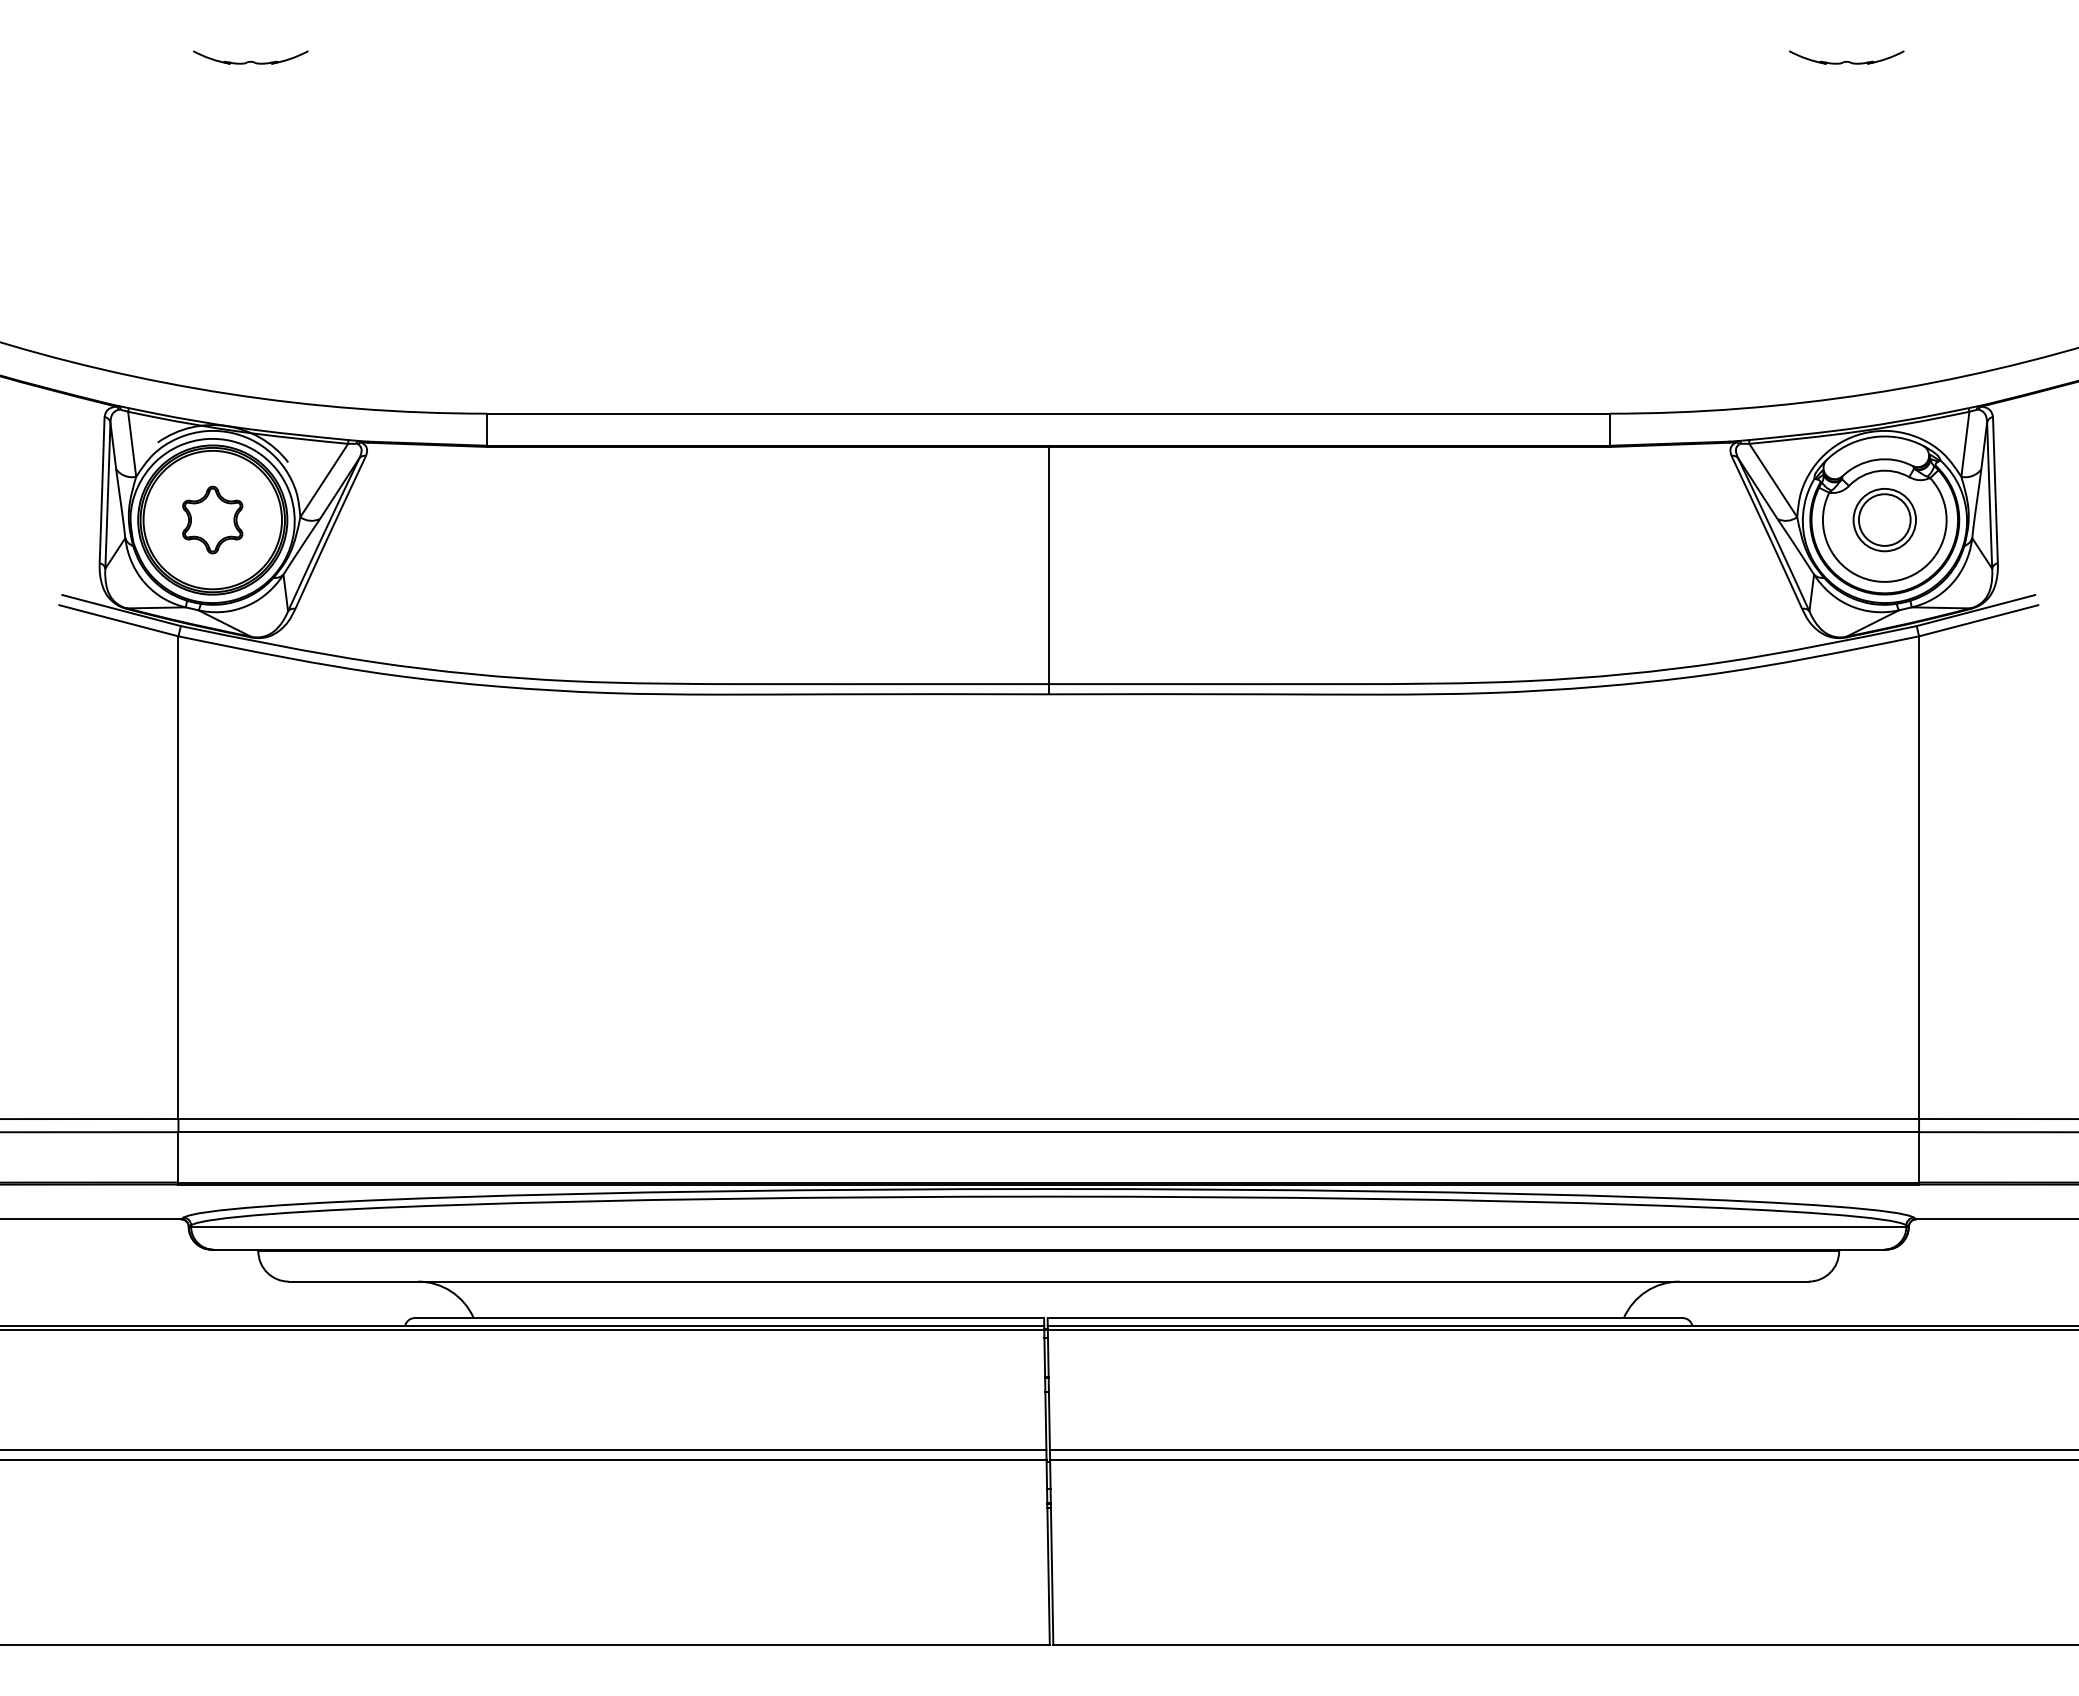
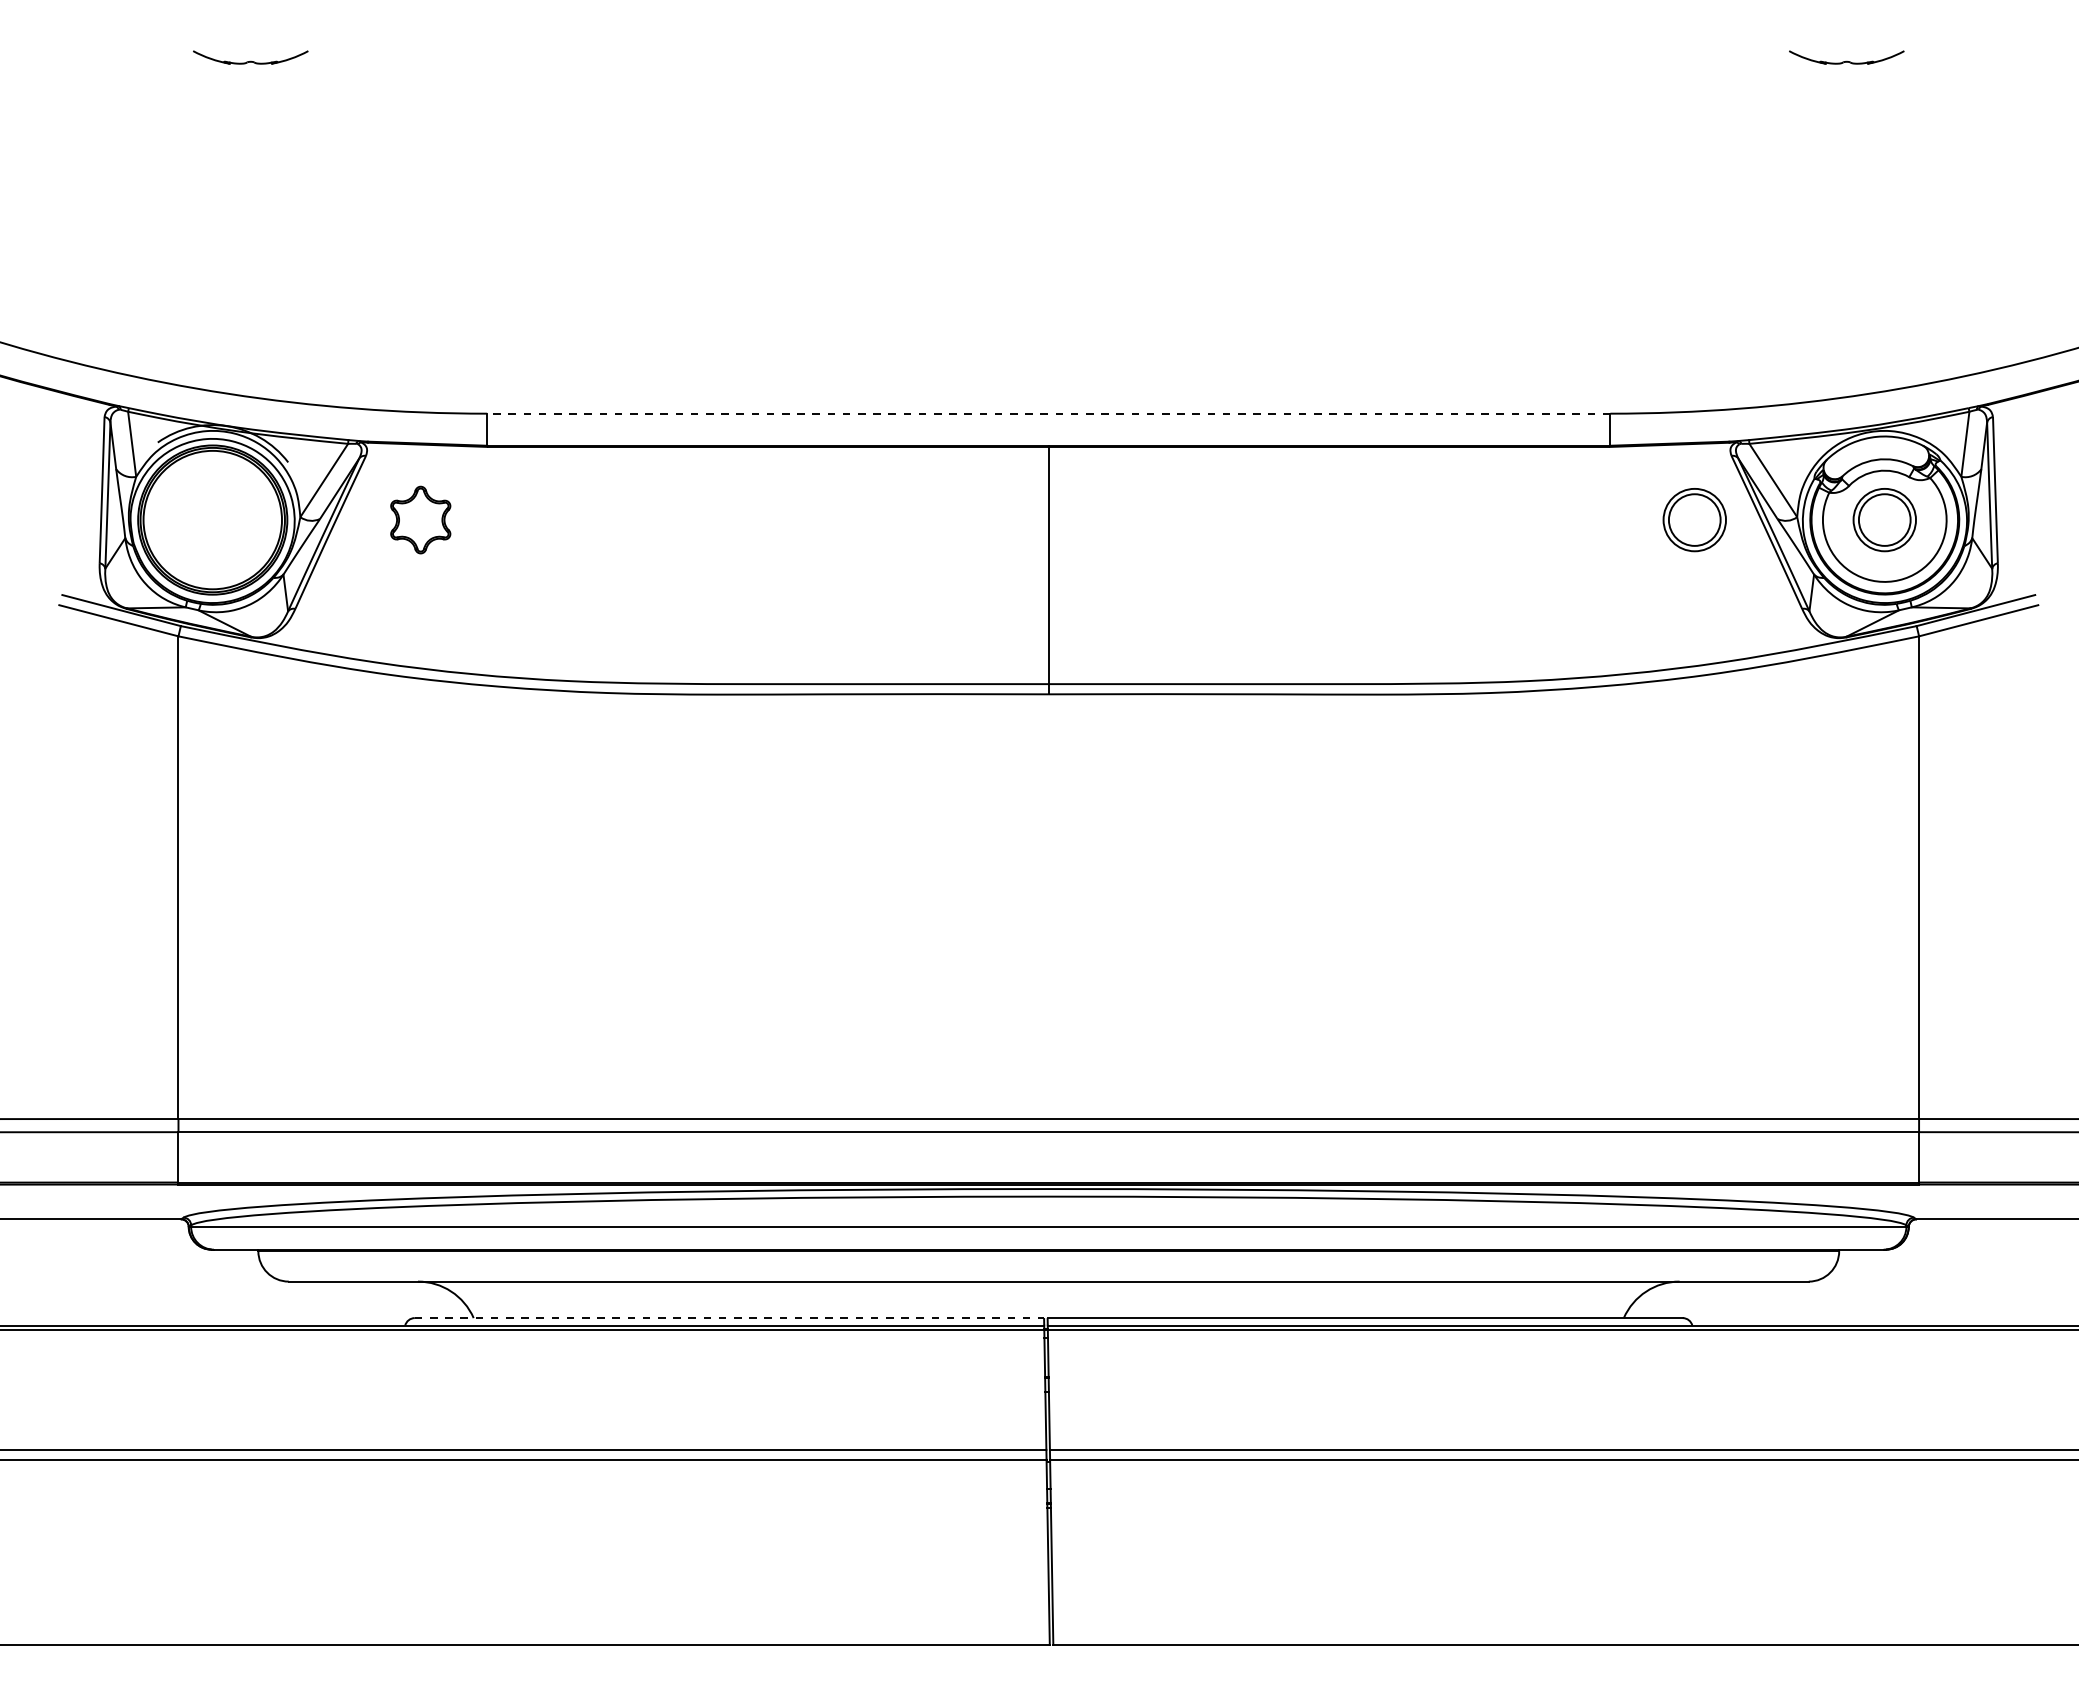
line at (1048, 413): solid -> dashed
part at (212, 519) position: (212, 519) -> (420, 519)
part at (1694, 520): none -> present
line at (729, 1318): solid -> dashed
